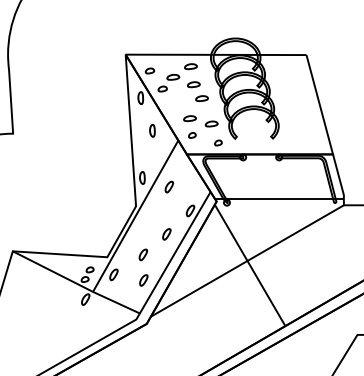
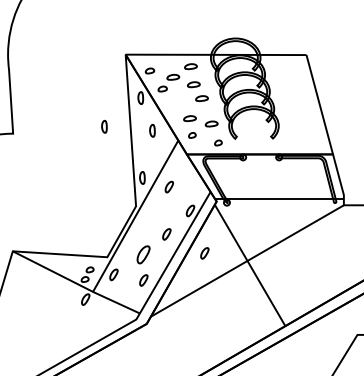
part at (104, 126): none -> present
part at (204, 253): none -> present
part at (142, 254) size: 10x14 px -> 15x20 px
